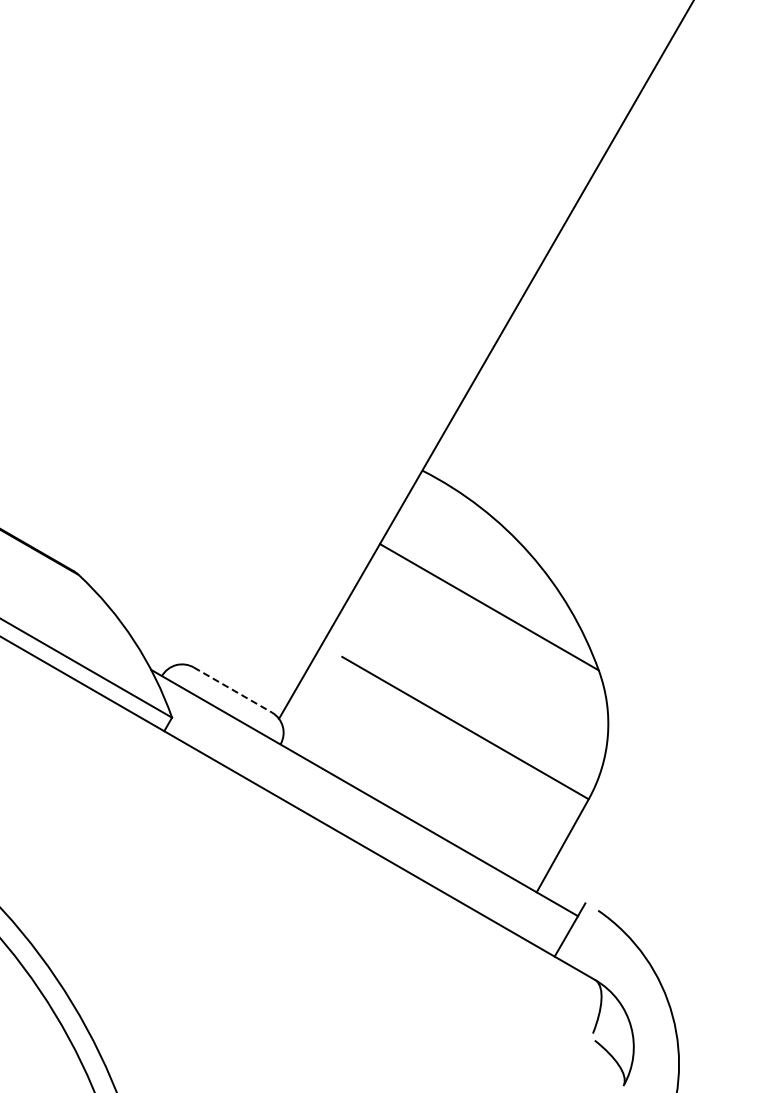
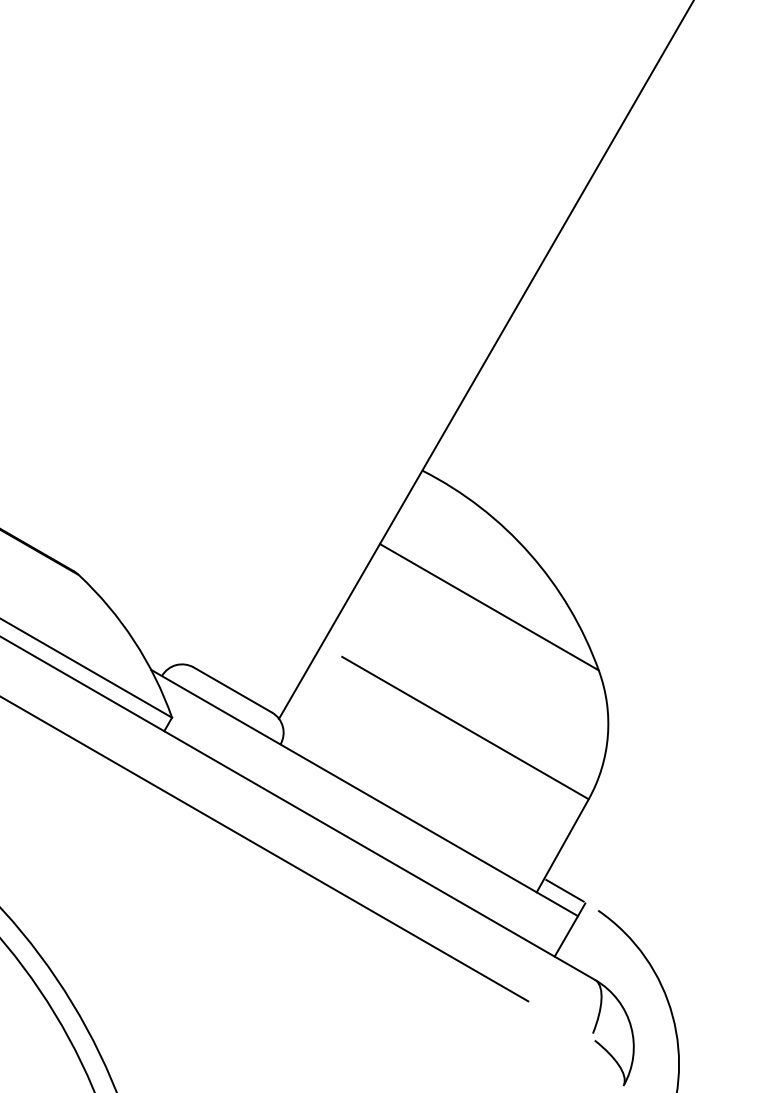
line at (233, 690): dashed -> solid
line at (265, 849): none -> present
line at (564, 890): none -> present
